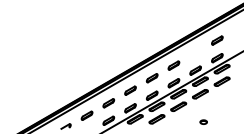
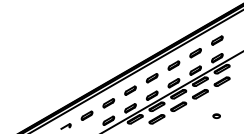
part at (195, 53): none -> present
part at (203, 121) position: (203, 121) -> (216, 115)
